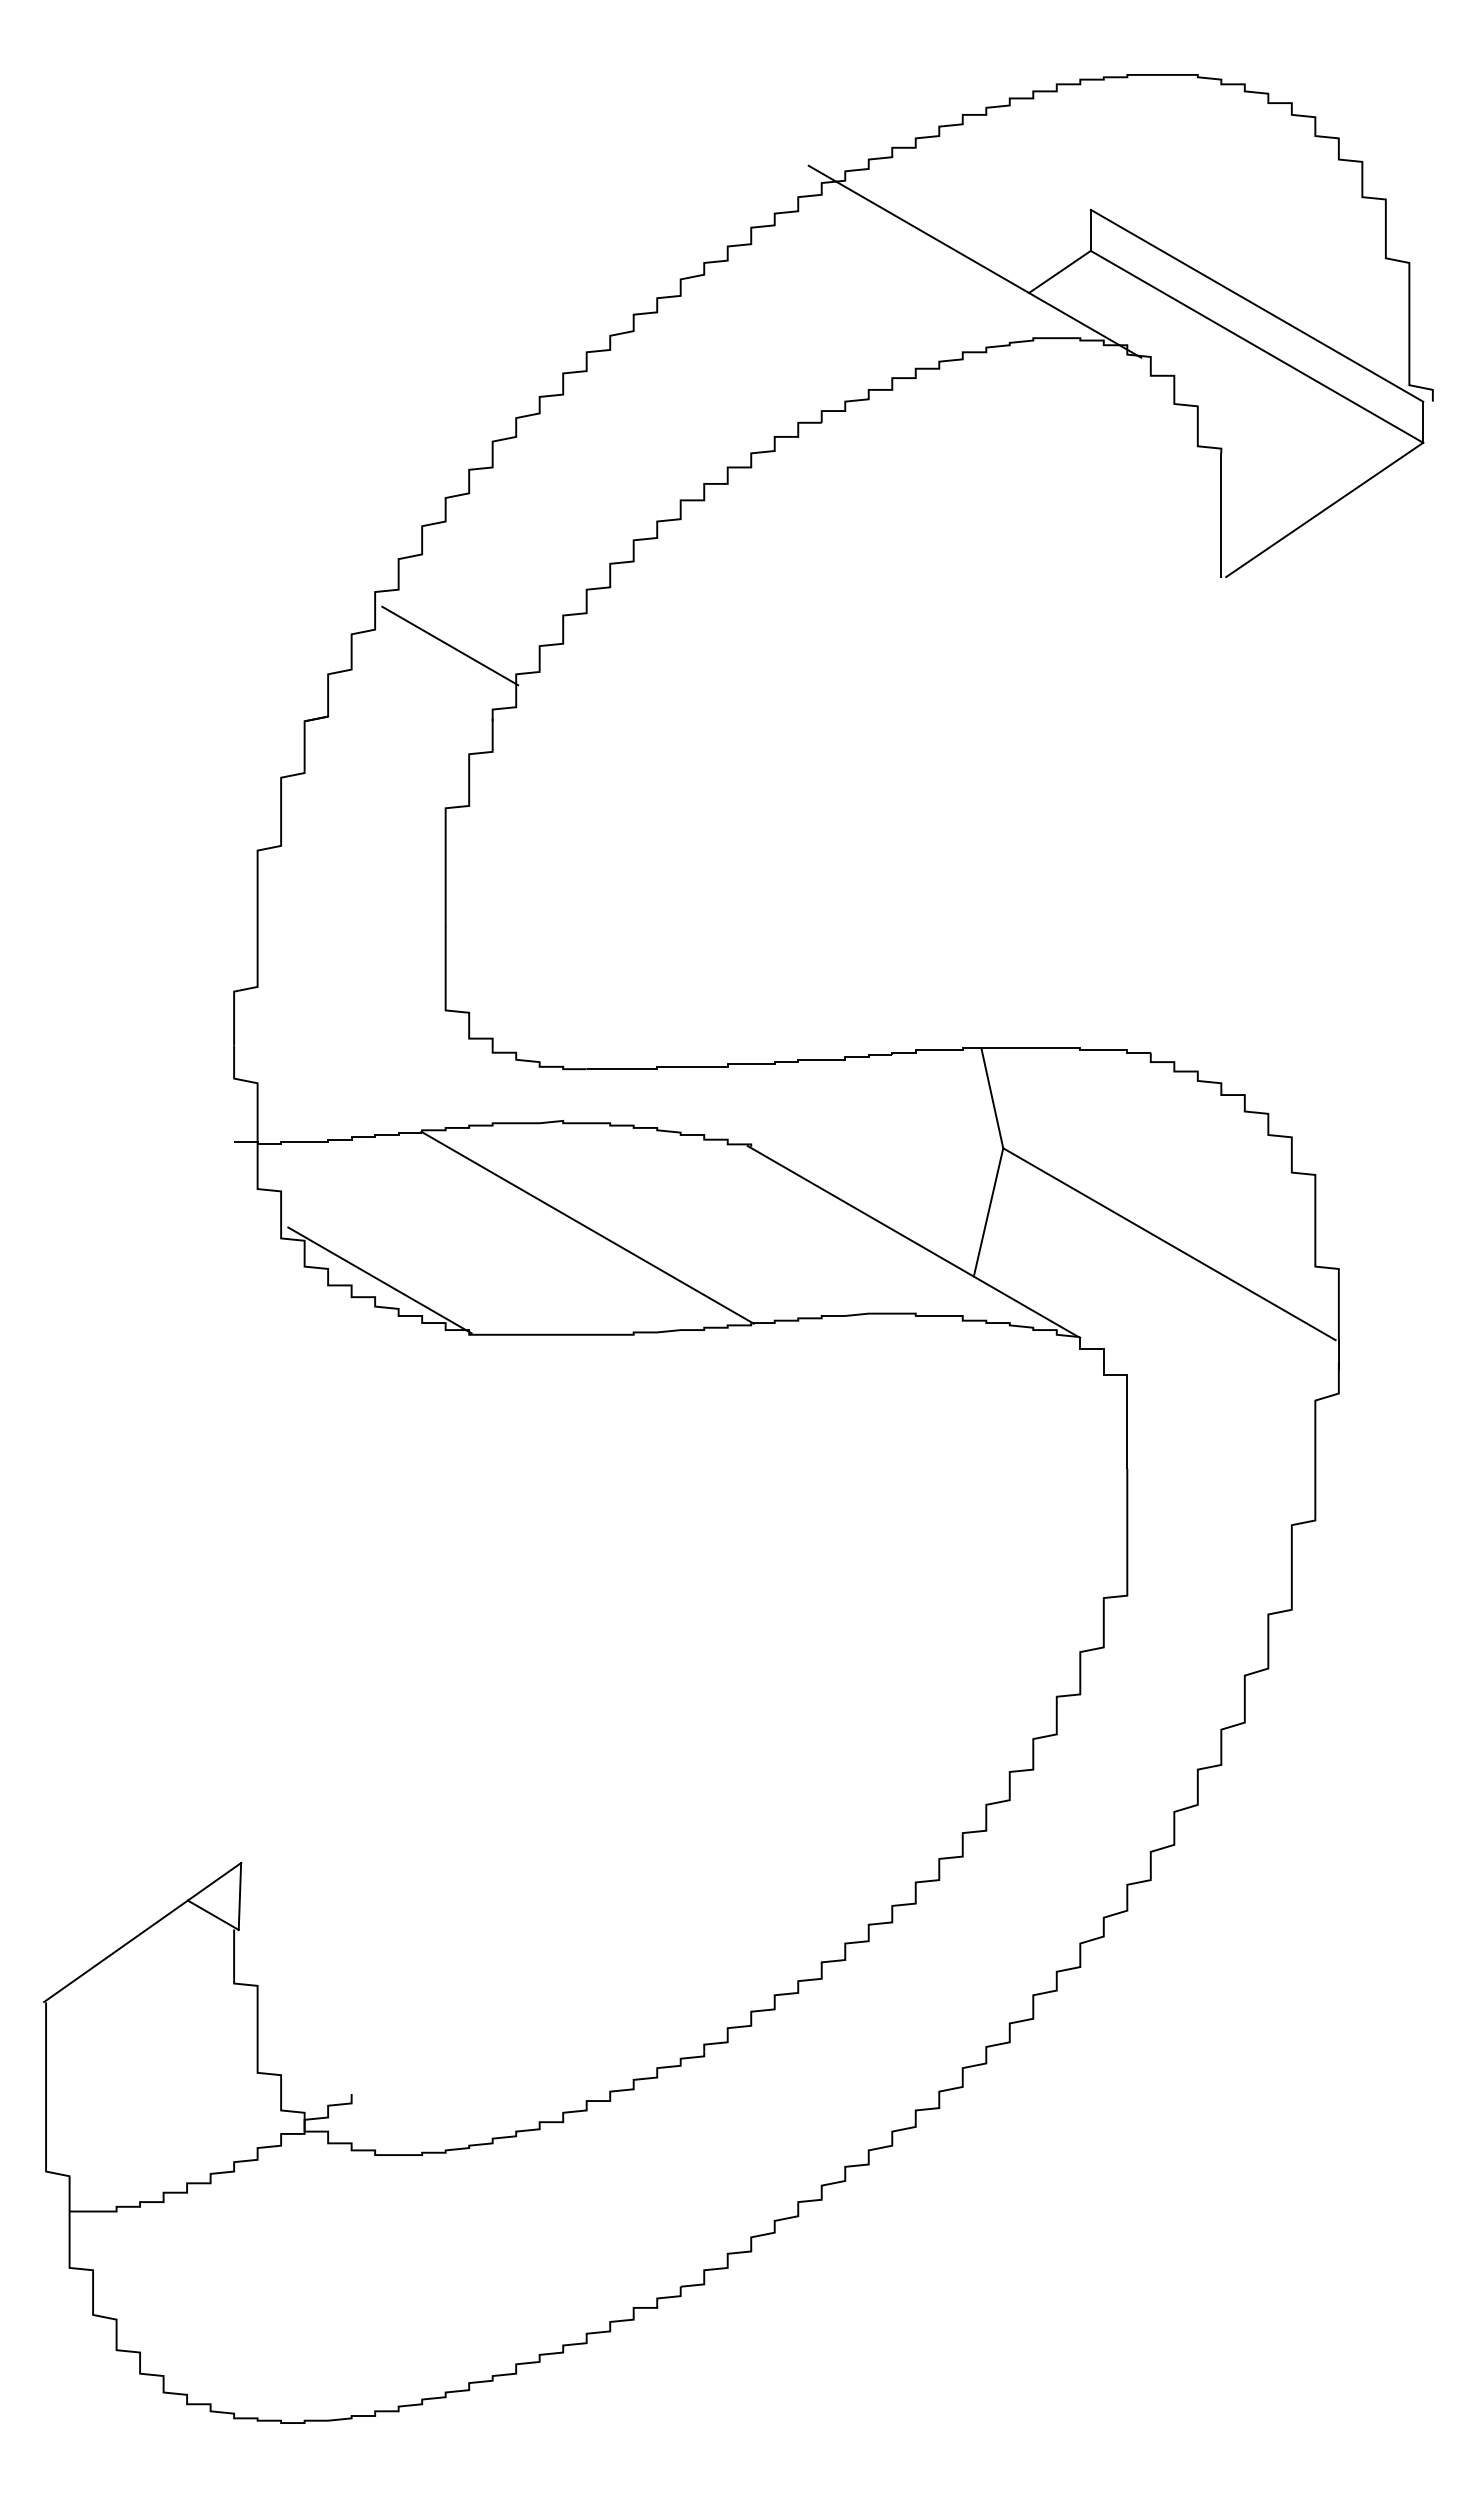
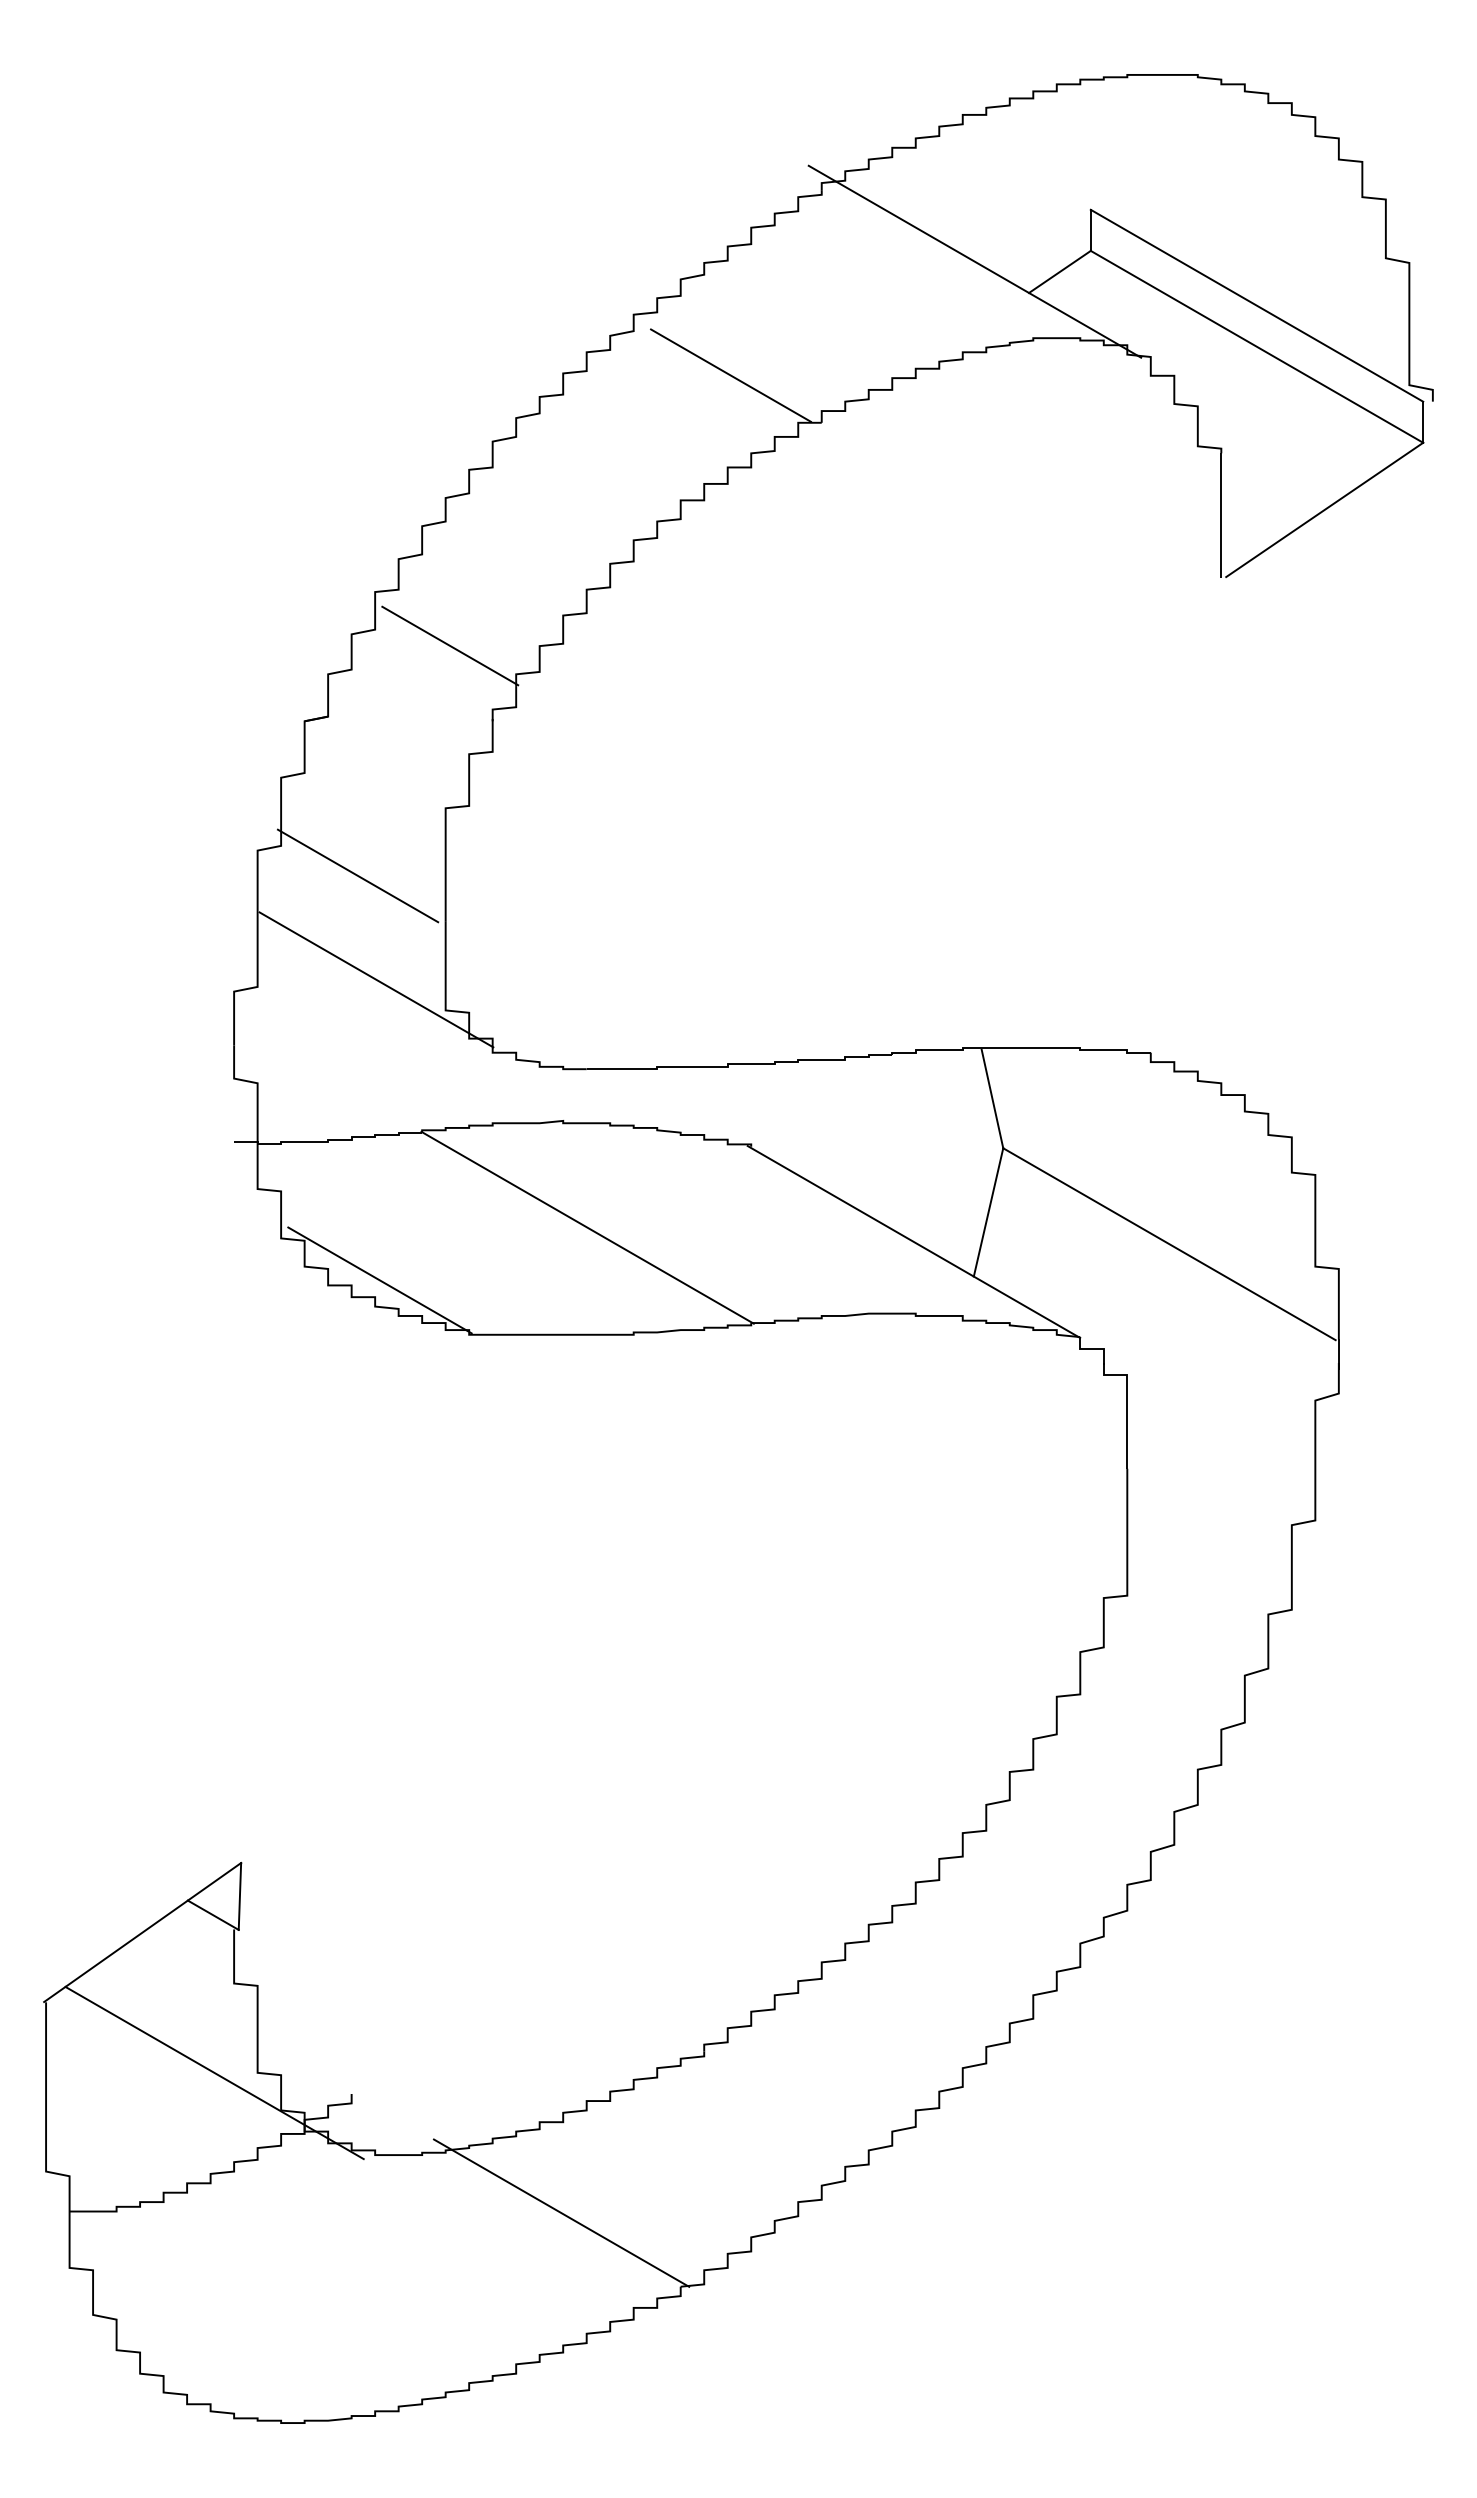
line at (730, 375): none -> present
line at (357, 875): none -> present
line at (376, 979): none -> present
line at (214, 2072): none -> present
line at (561, 2212): none -> present
